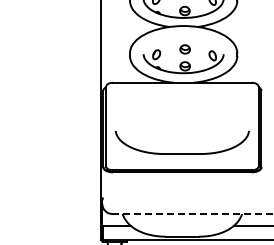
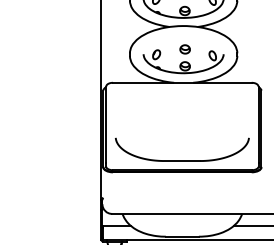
part at (182, 153) position: (182, 153) -> (182, 160)
line at (193, 213): dashed -> solid
